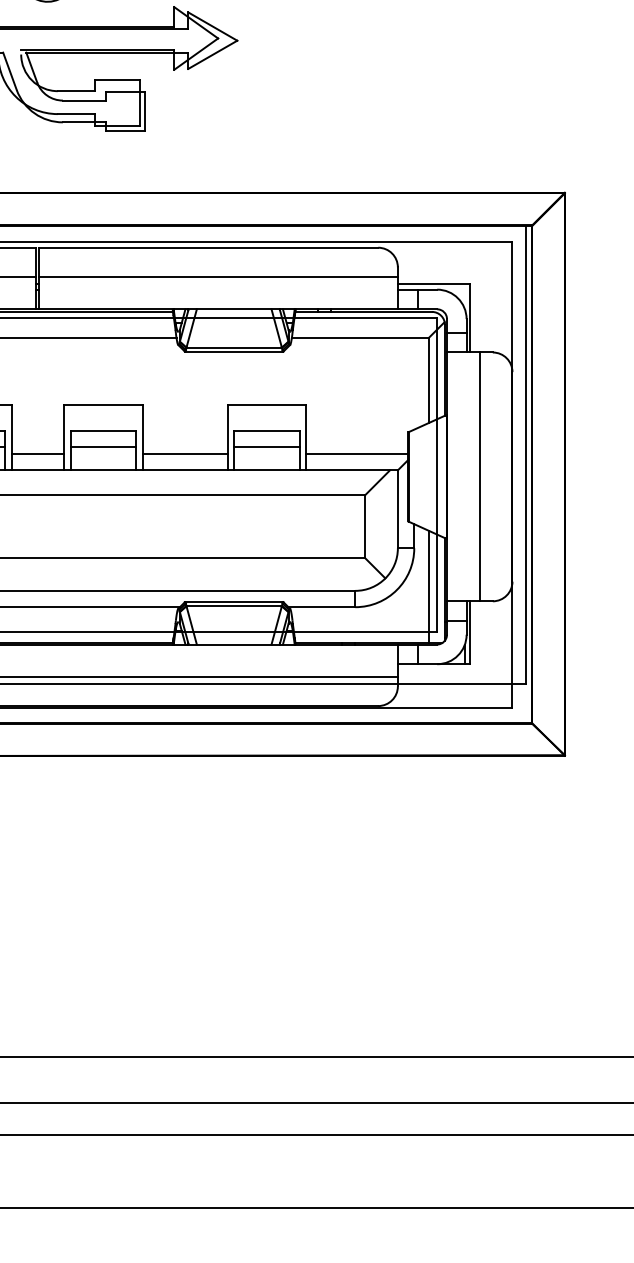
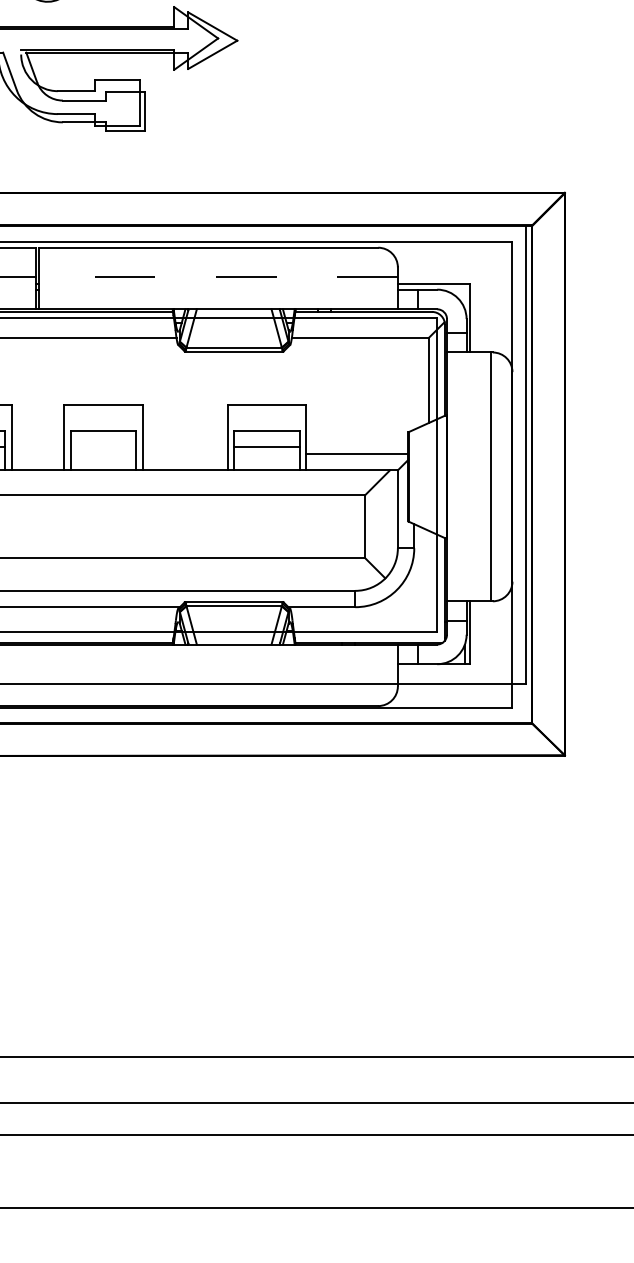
line at (218, 276): solid -> dashed
line at (102, 446): present -> none
line at (37, 454): present -> none
line at (184, 454): present -> none
line at (479, 476) position: (479, 476) -> (490, 476)
line at (428, 586): present -> none
line at (199, 677): present -> none
